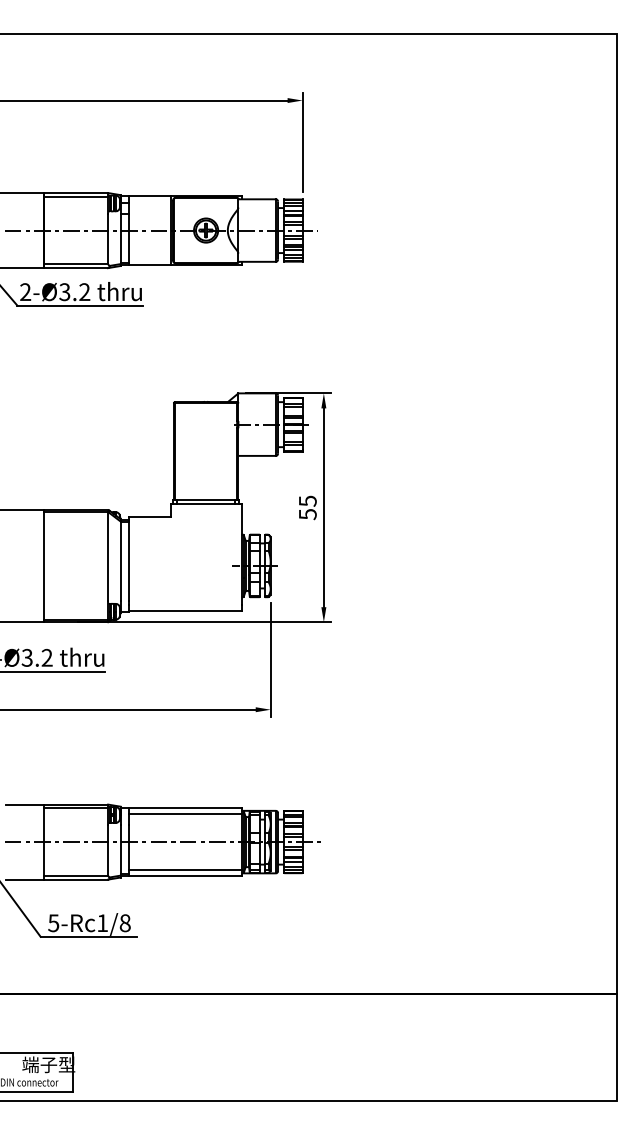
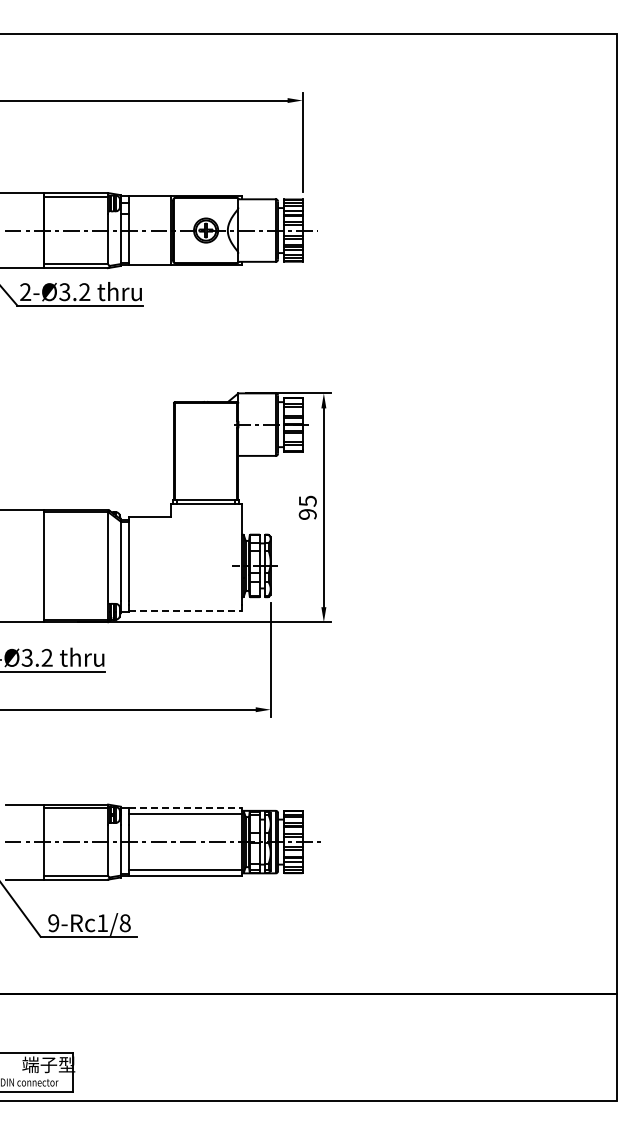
text at (307, 514): 55 -> 95
line at (185, 610): solid -> dashed
line at (185, 807): solid -> dashed
text at (53, 923): 5-Rc1/8 -> 9-Rc1/8
